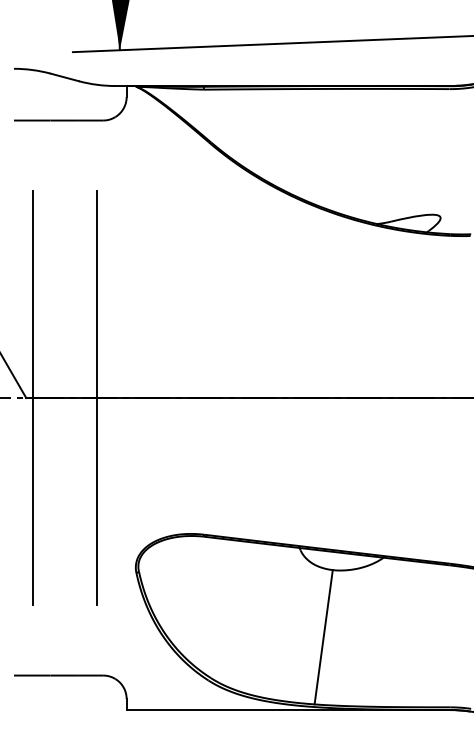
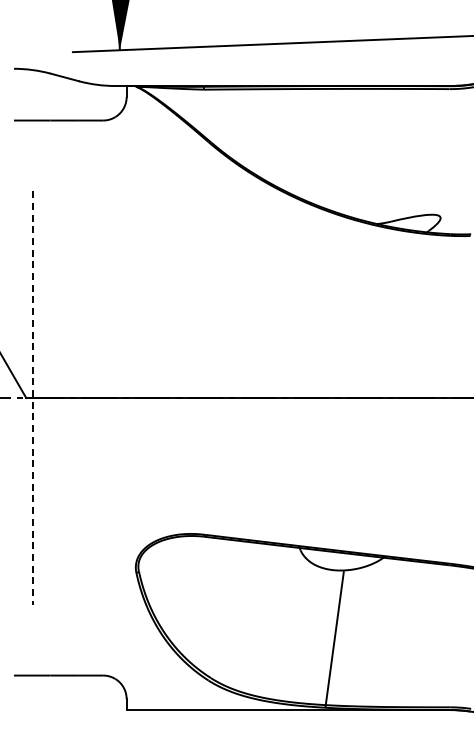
line at (32, 398): solid -> dashed
line at (96, 398): present -> none
line at (323, 637) position: (323, 637) -> (334, 639)
